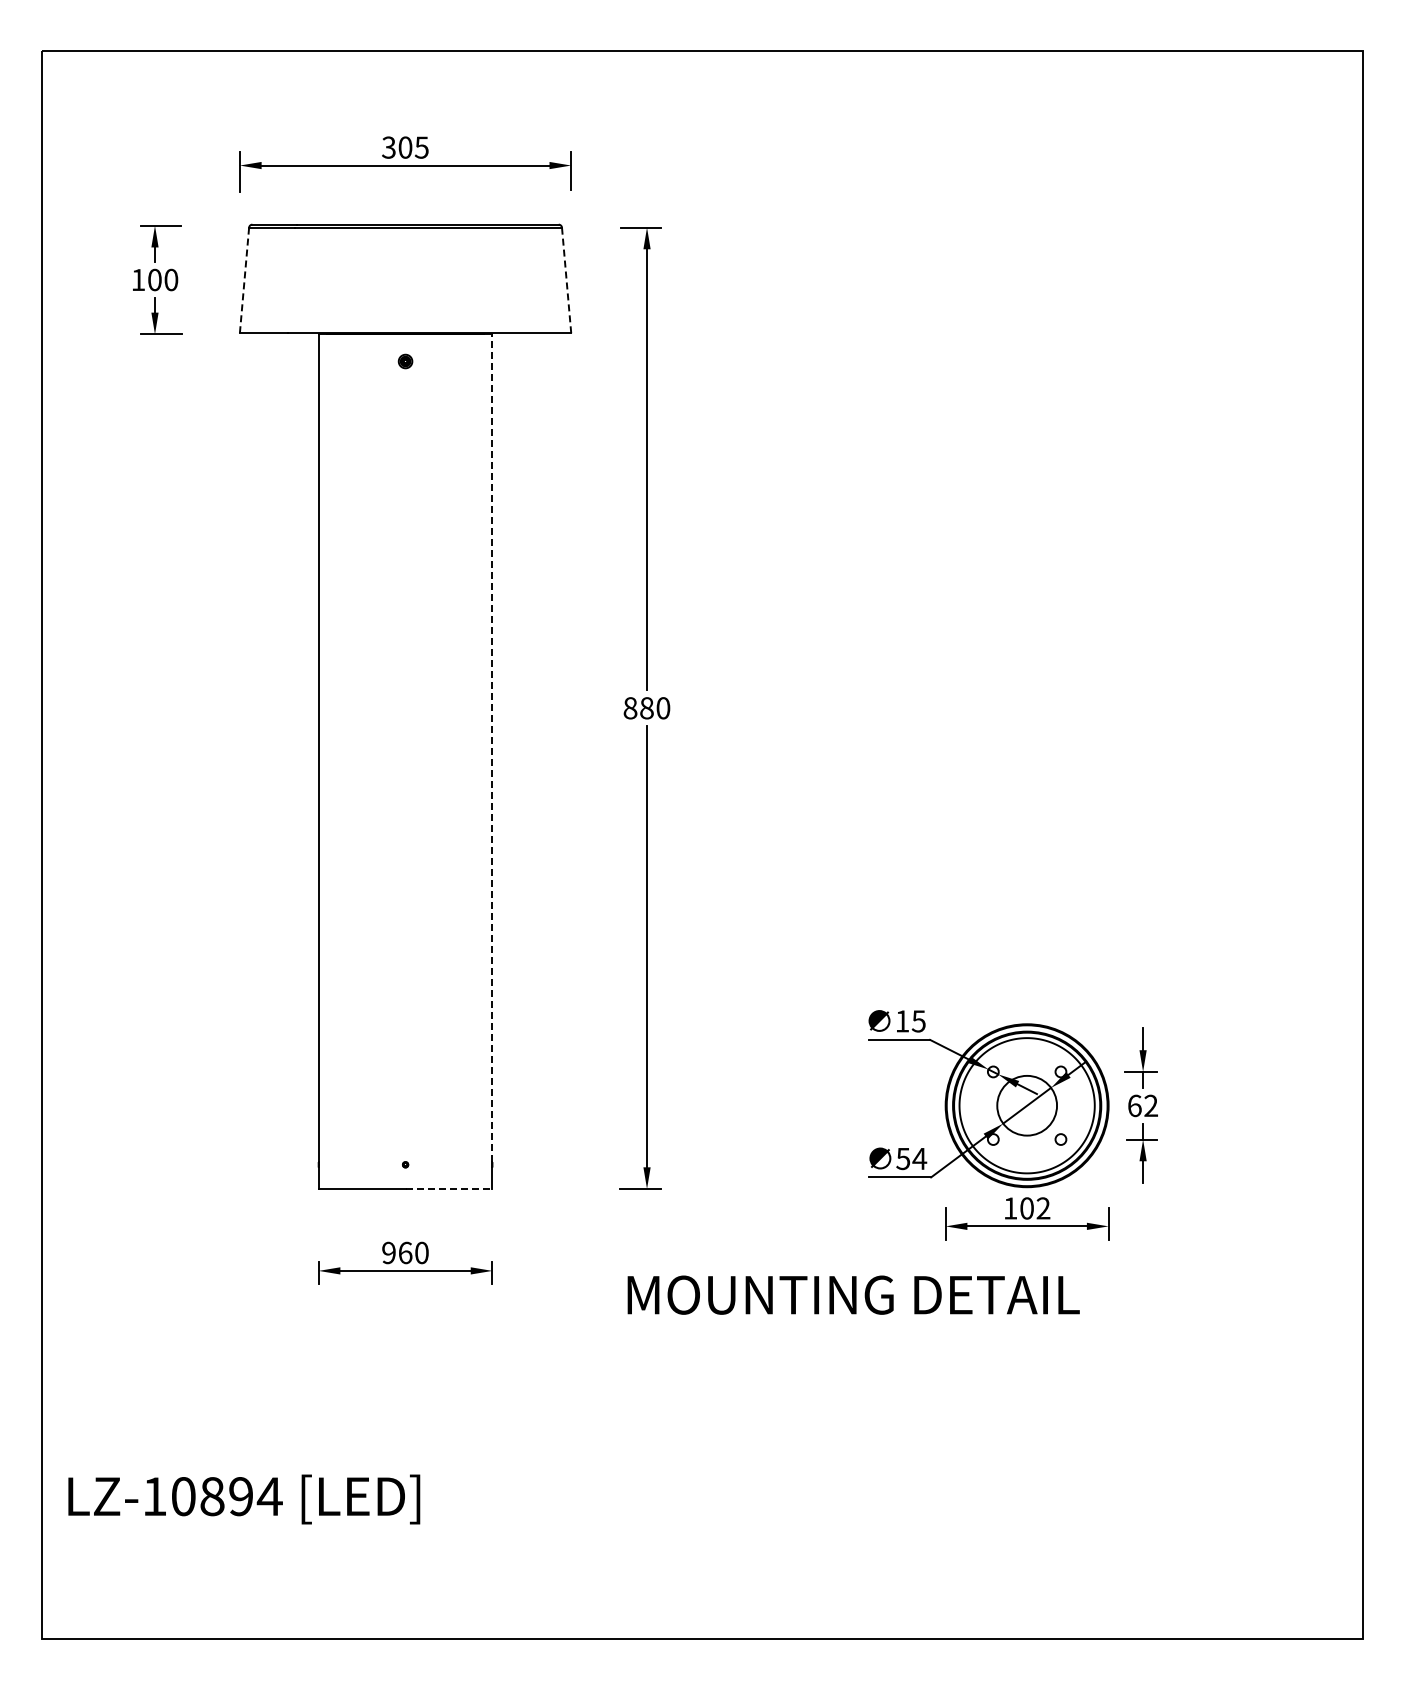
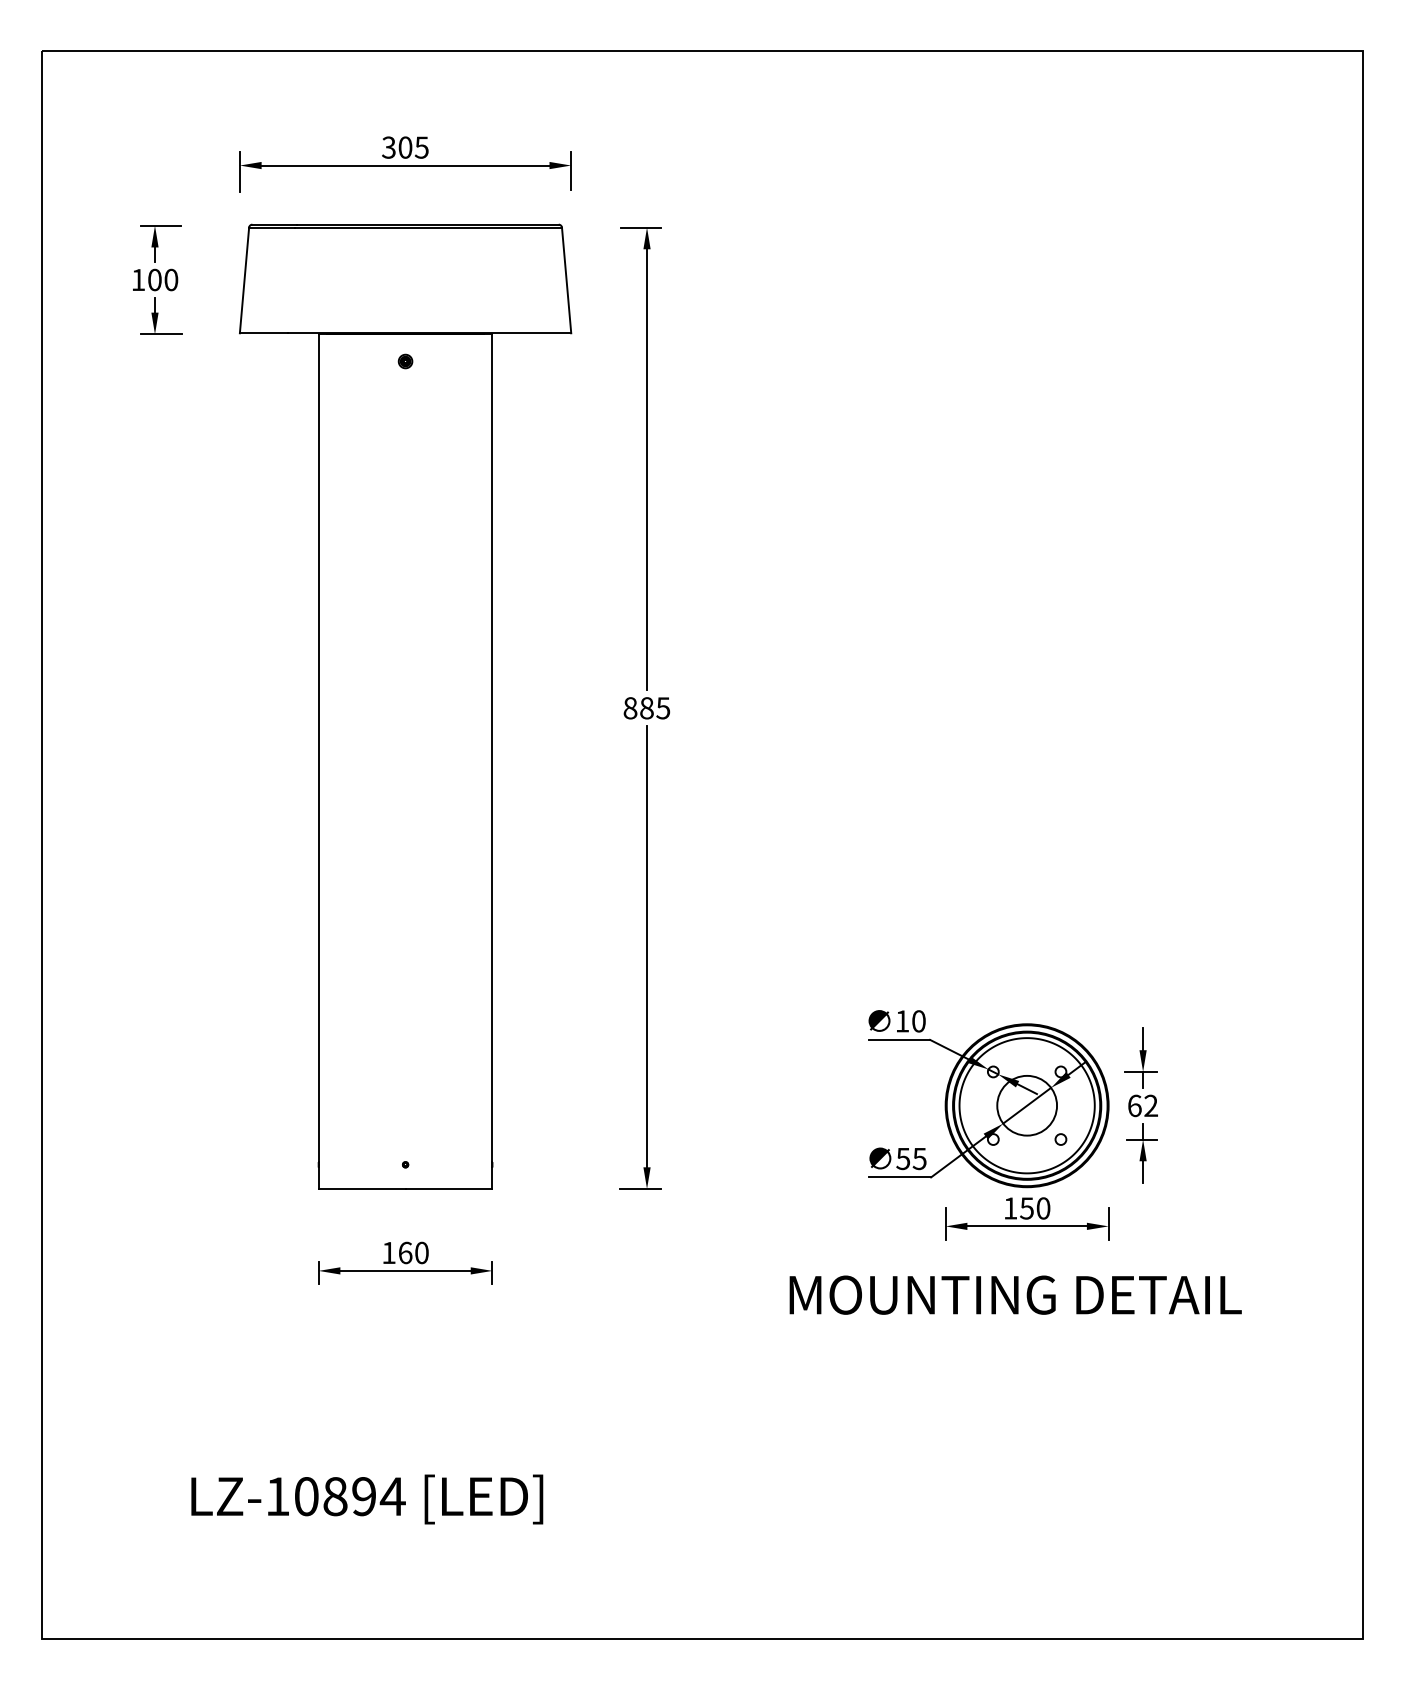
line at (566, 279): dashed -> solid
line at (244, 280): dashed -> solid
text at (663, 708): 880 -> 885
line at (492, 748): dashed -> solid
text at (918, 1021): 15 -> 10
text at (919, 1159): 54 -> 55
line at (449, 1189): dashed -> solid
text at (1035, 1208): 102 -> 150
text at (388, 1252): 960 -> 160
text at (853, 1294) position: (853, 1294) -> (1015, 1294)
text at (244, 1499) position: (244, 1499) -> (367, 1499)
